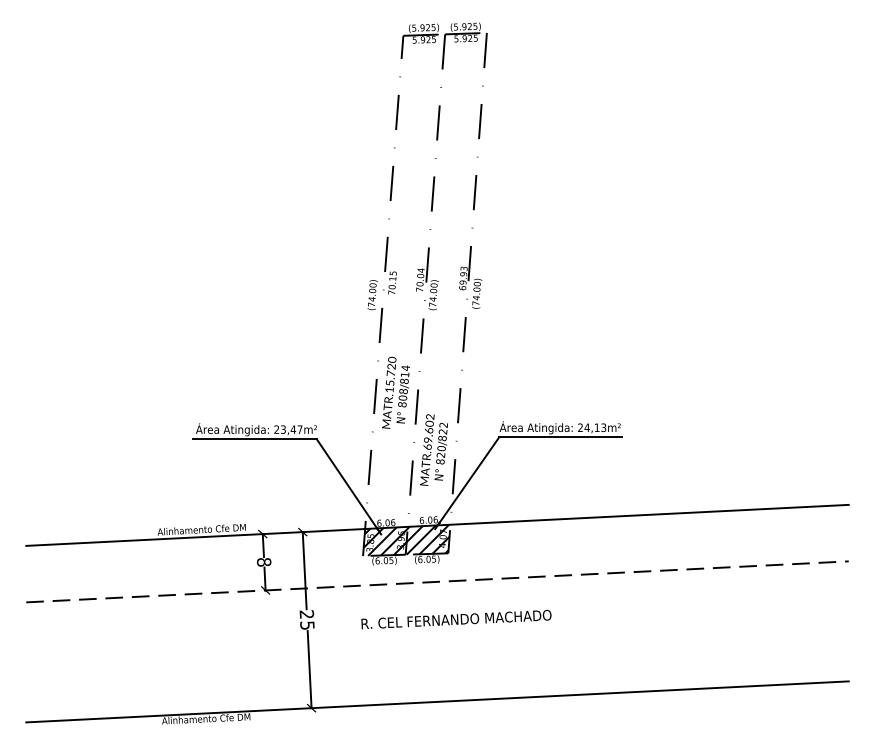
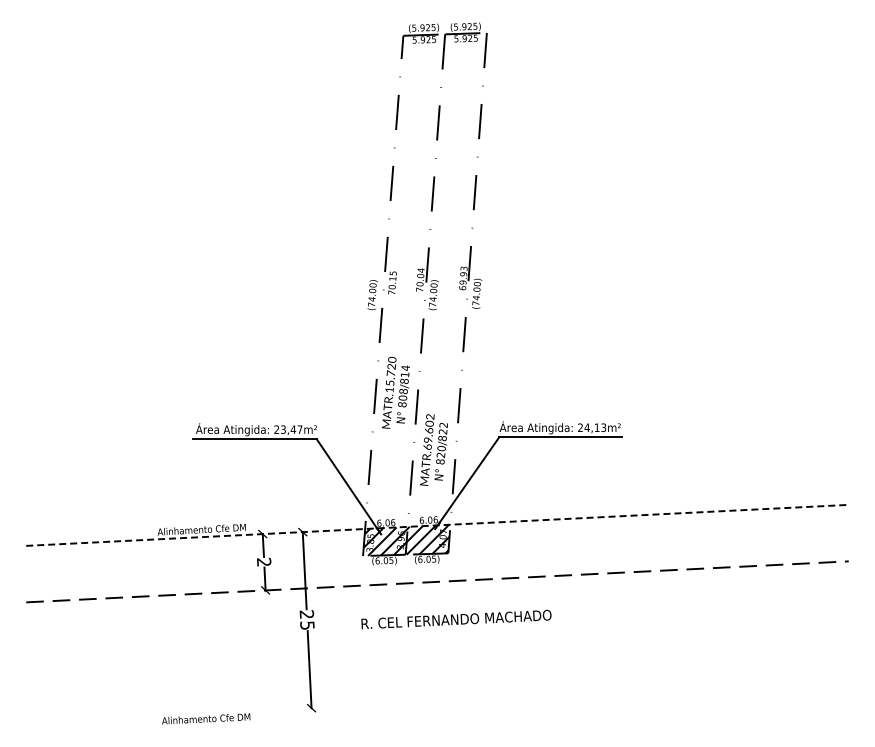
line at (437, 525): solid -> dashed
text at (263, 561): 8 -> 2
line at (437, 701): present -> none
